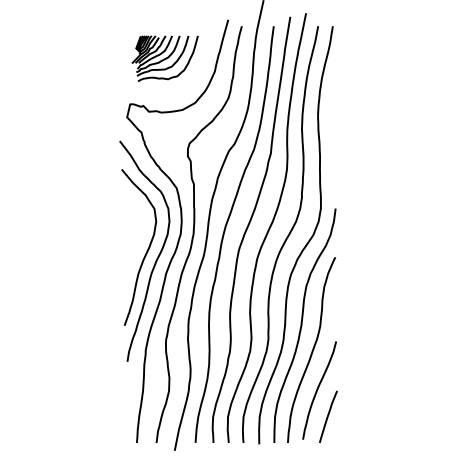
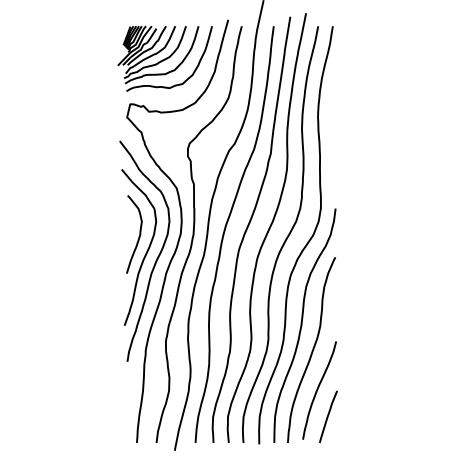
part at (164, 58) size: 68x47 px -> 96x67 px
curve at (138, 236): none -> present
